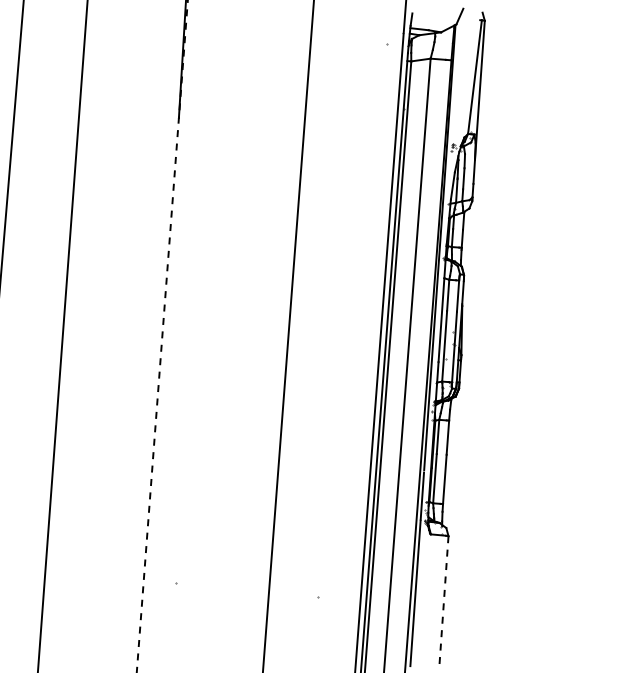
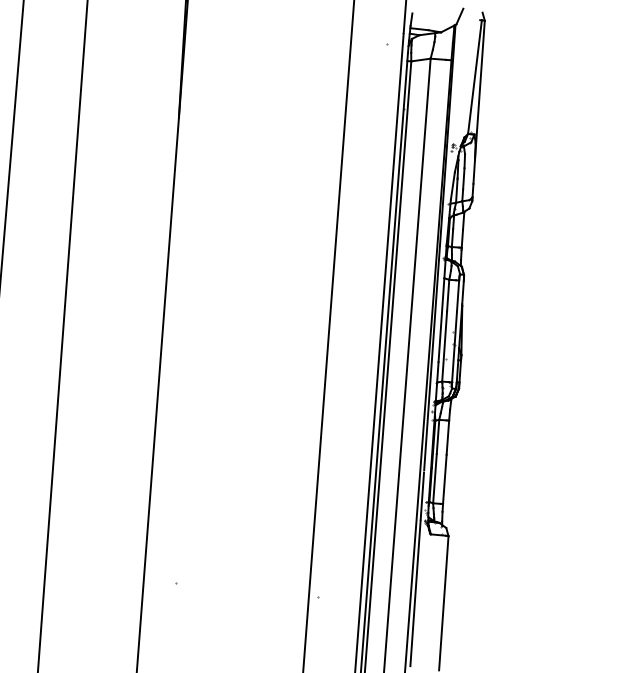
line at (288, 335) position: (288, 335) -> (328, 335)
line at (162, 336): dashed -> solid
line at (443, 603): dashed -> solid
